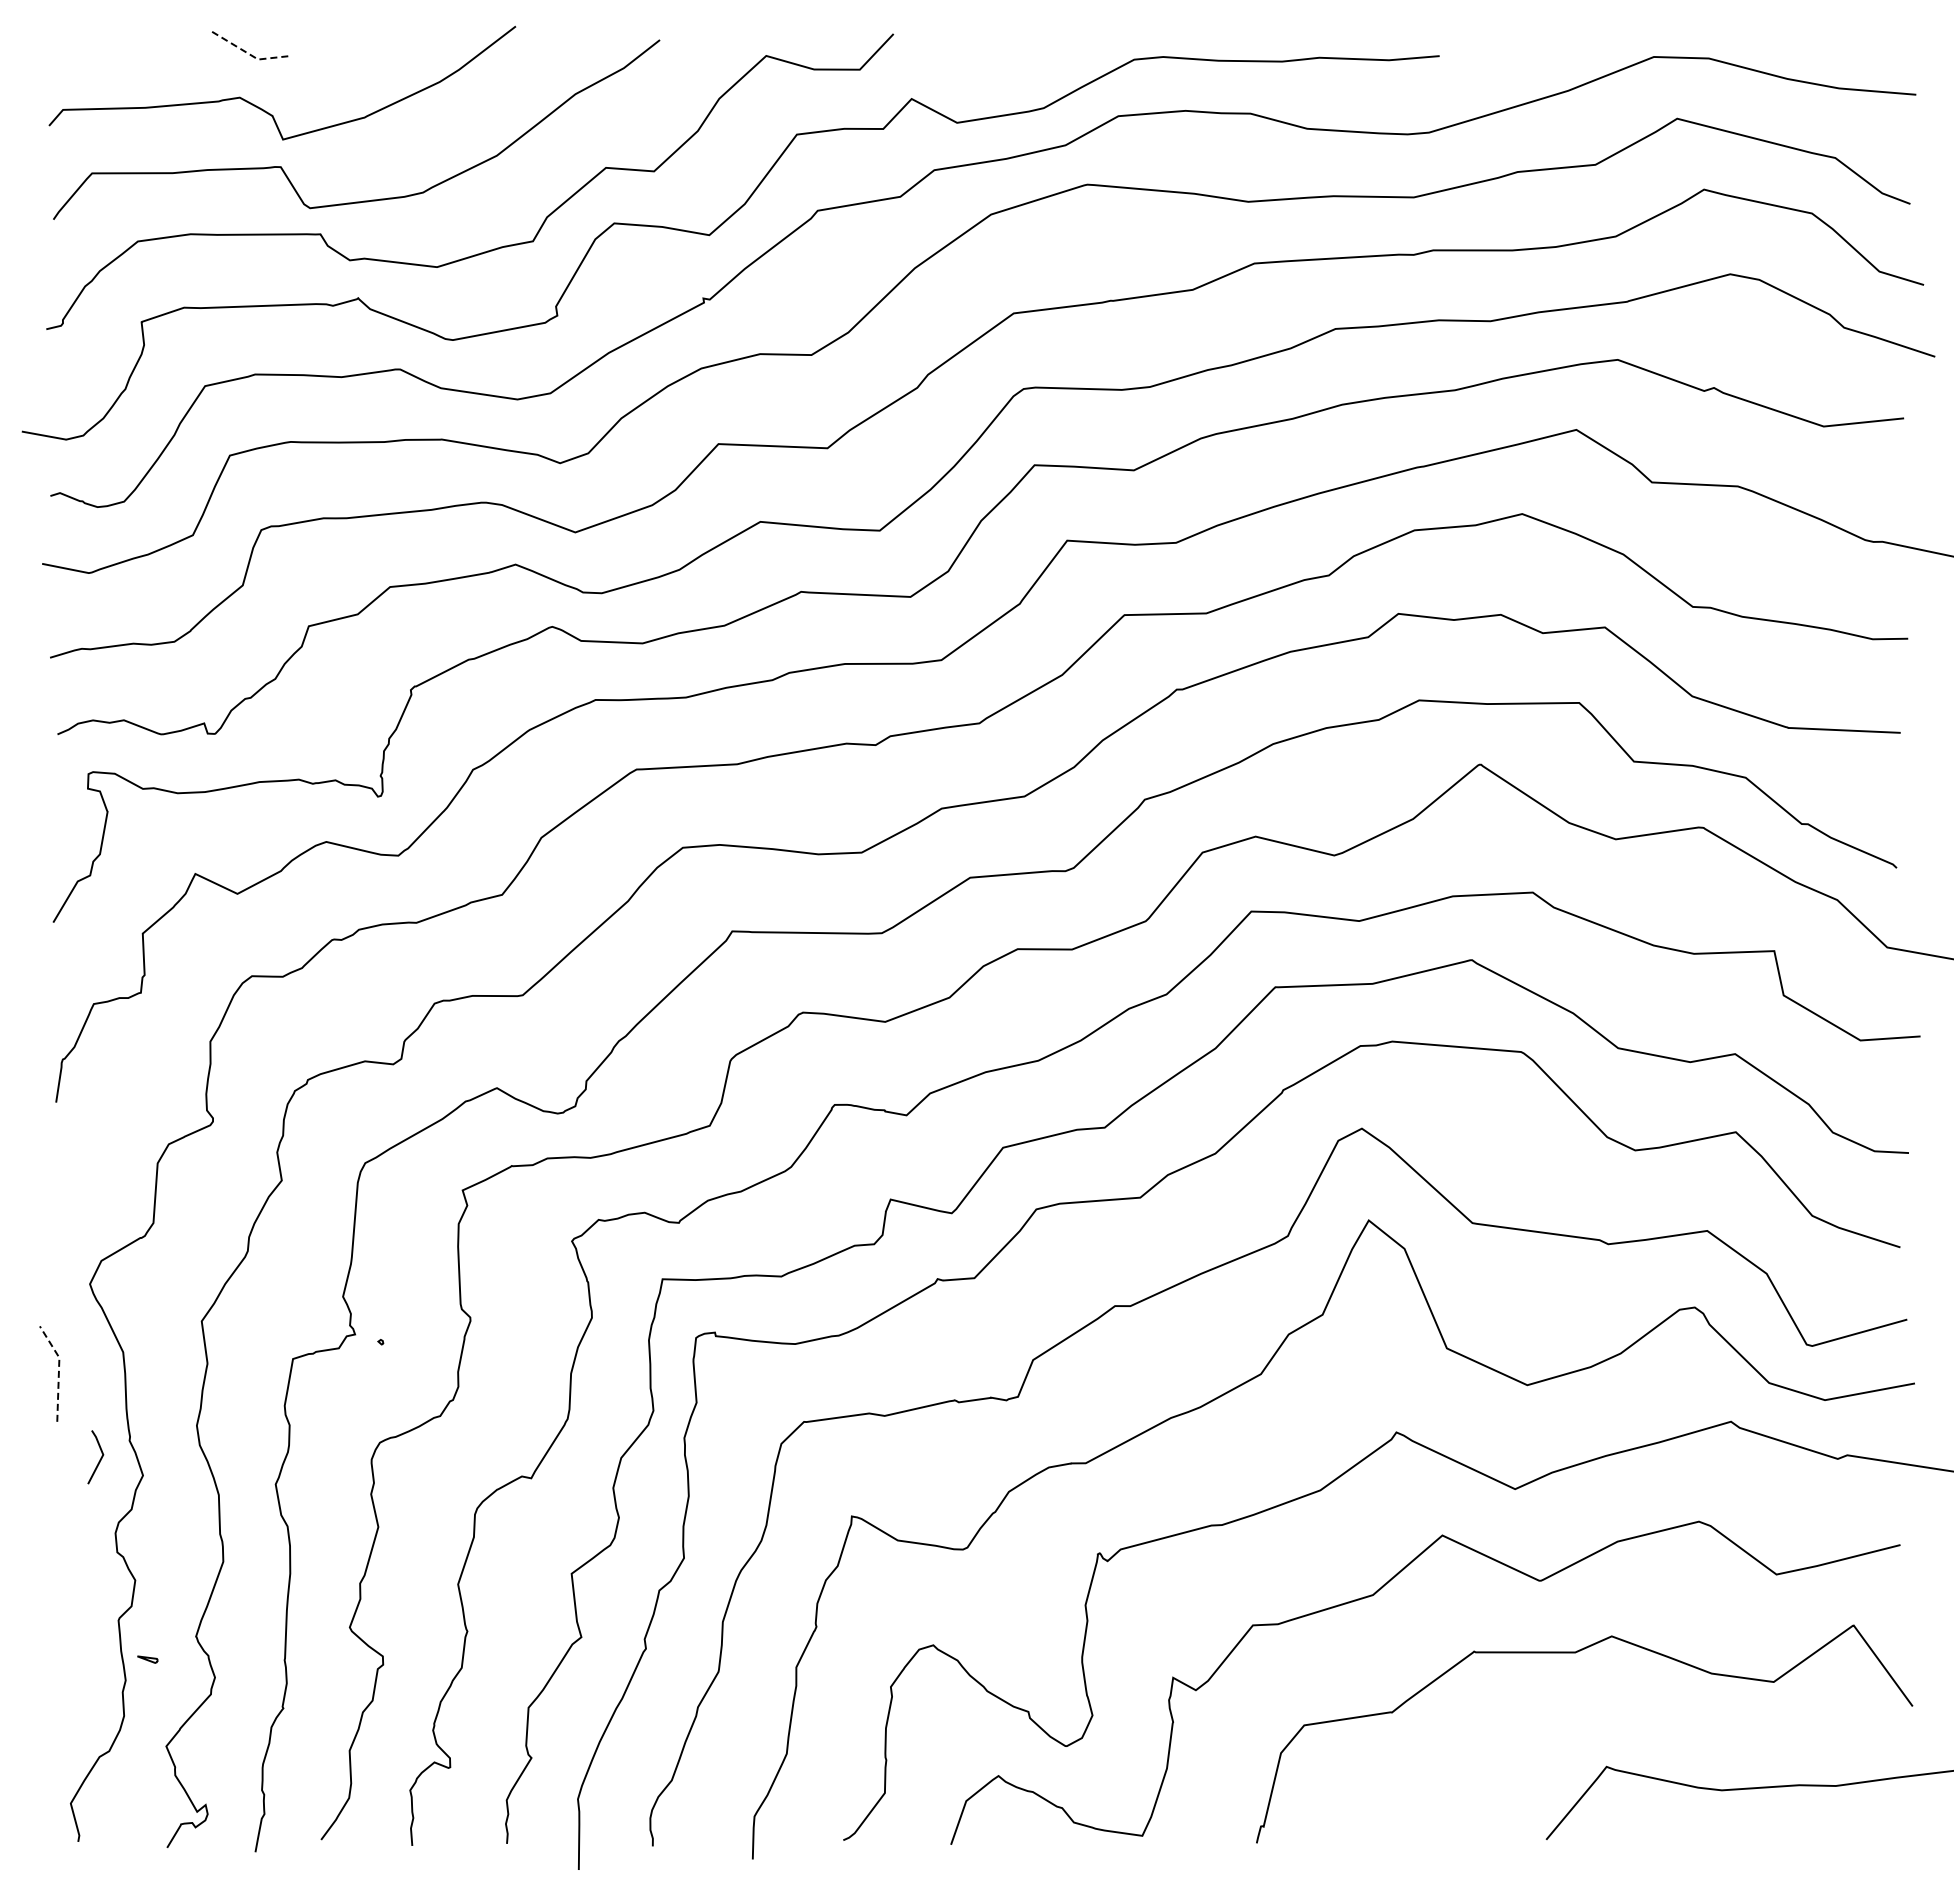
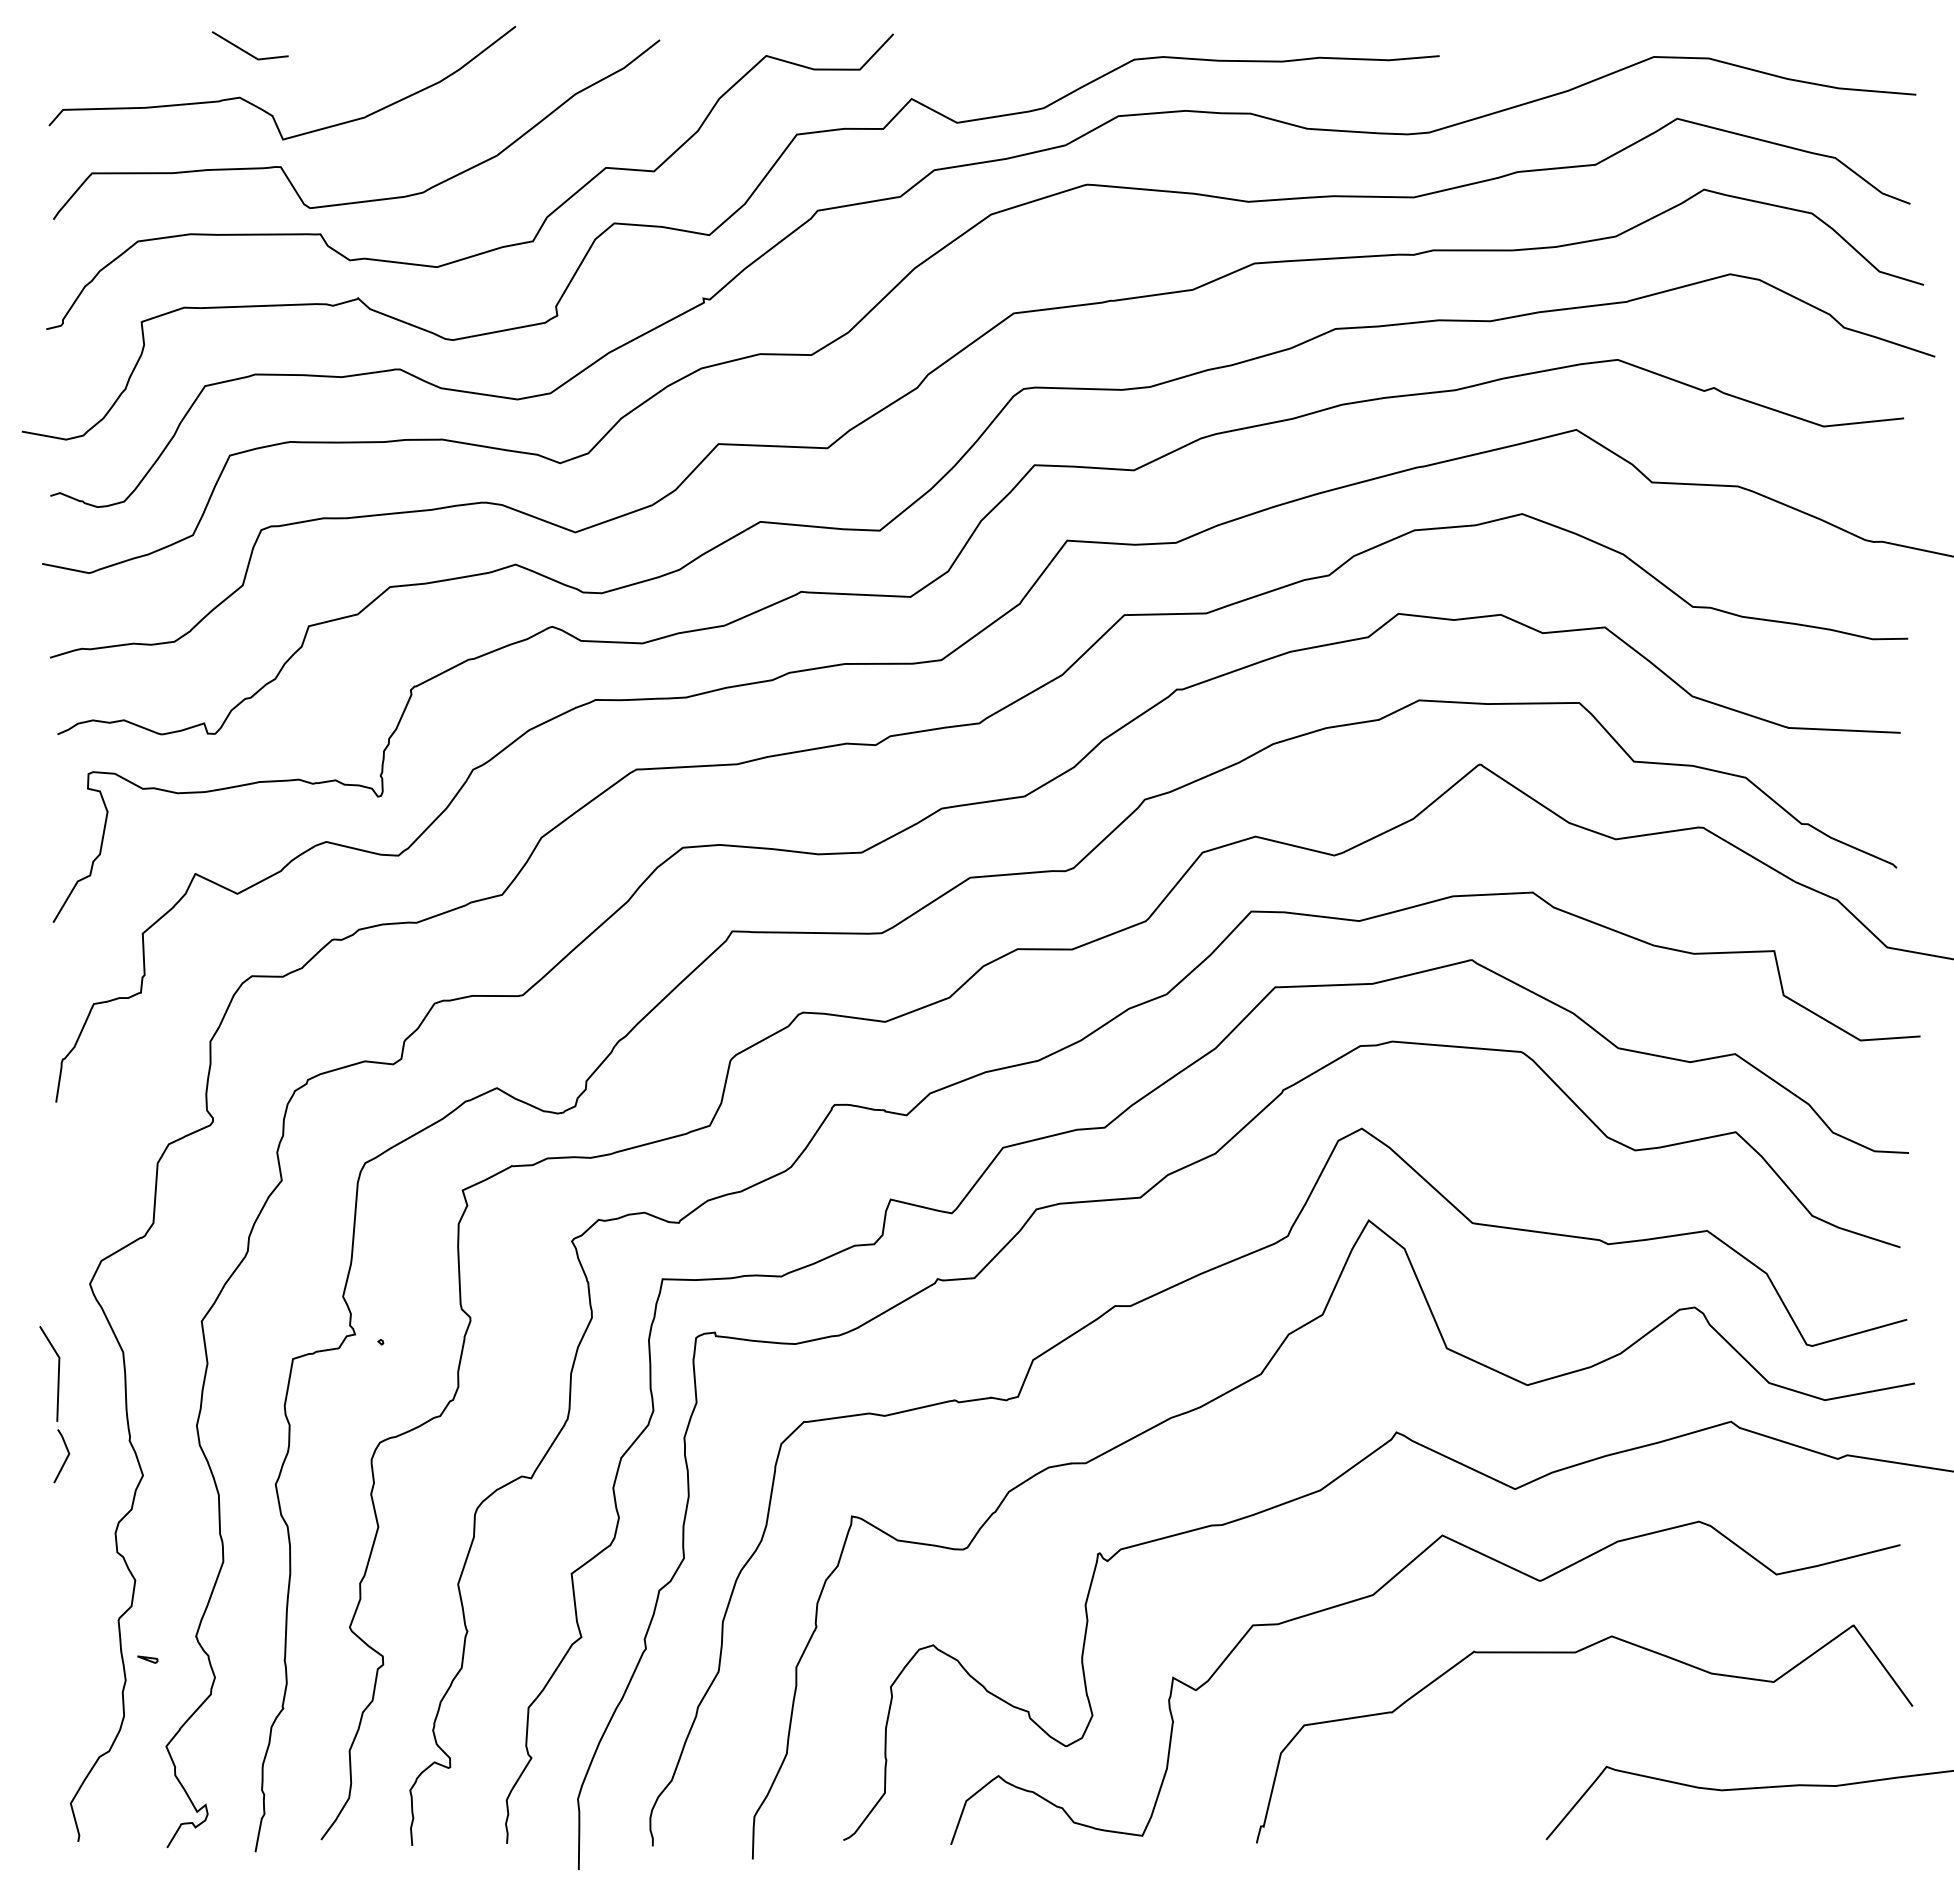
line at (248, 53): dashed -> solid
line at (58, 1370): dashed -> solid
line at (99, 1459) position: (99, 1459) -> (65, 1458)
